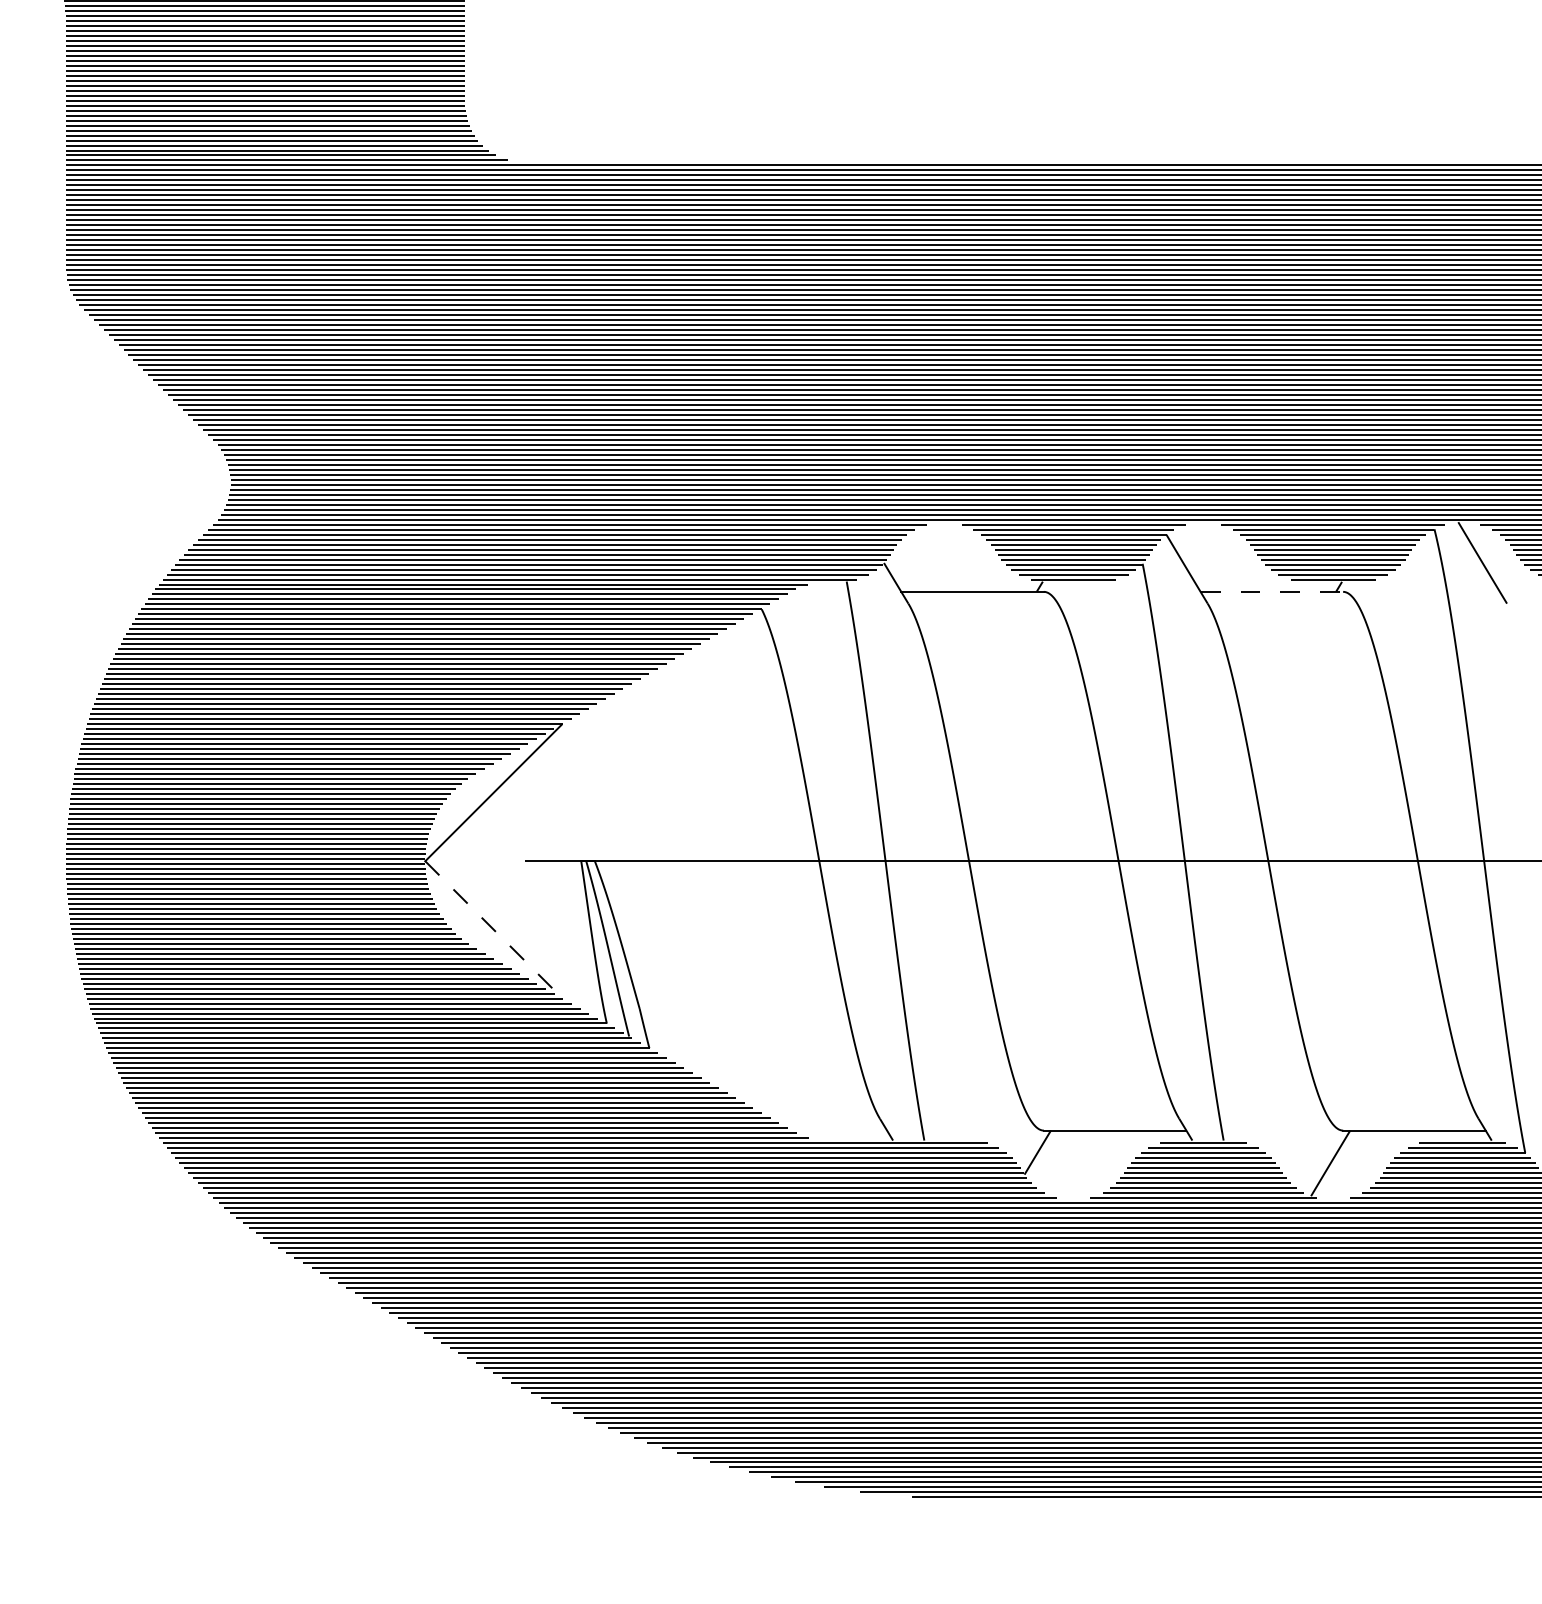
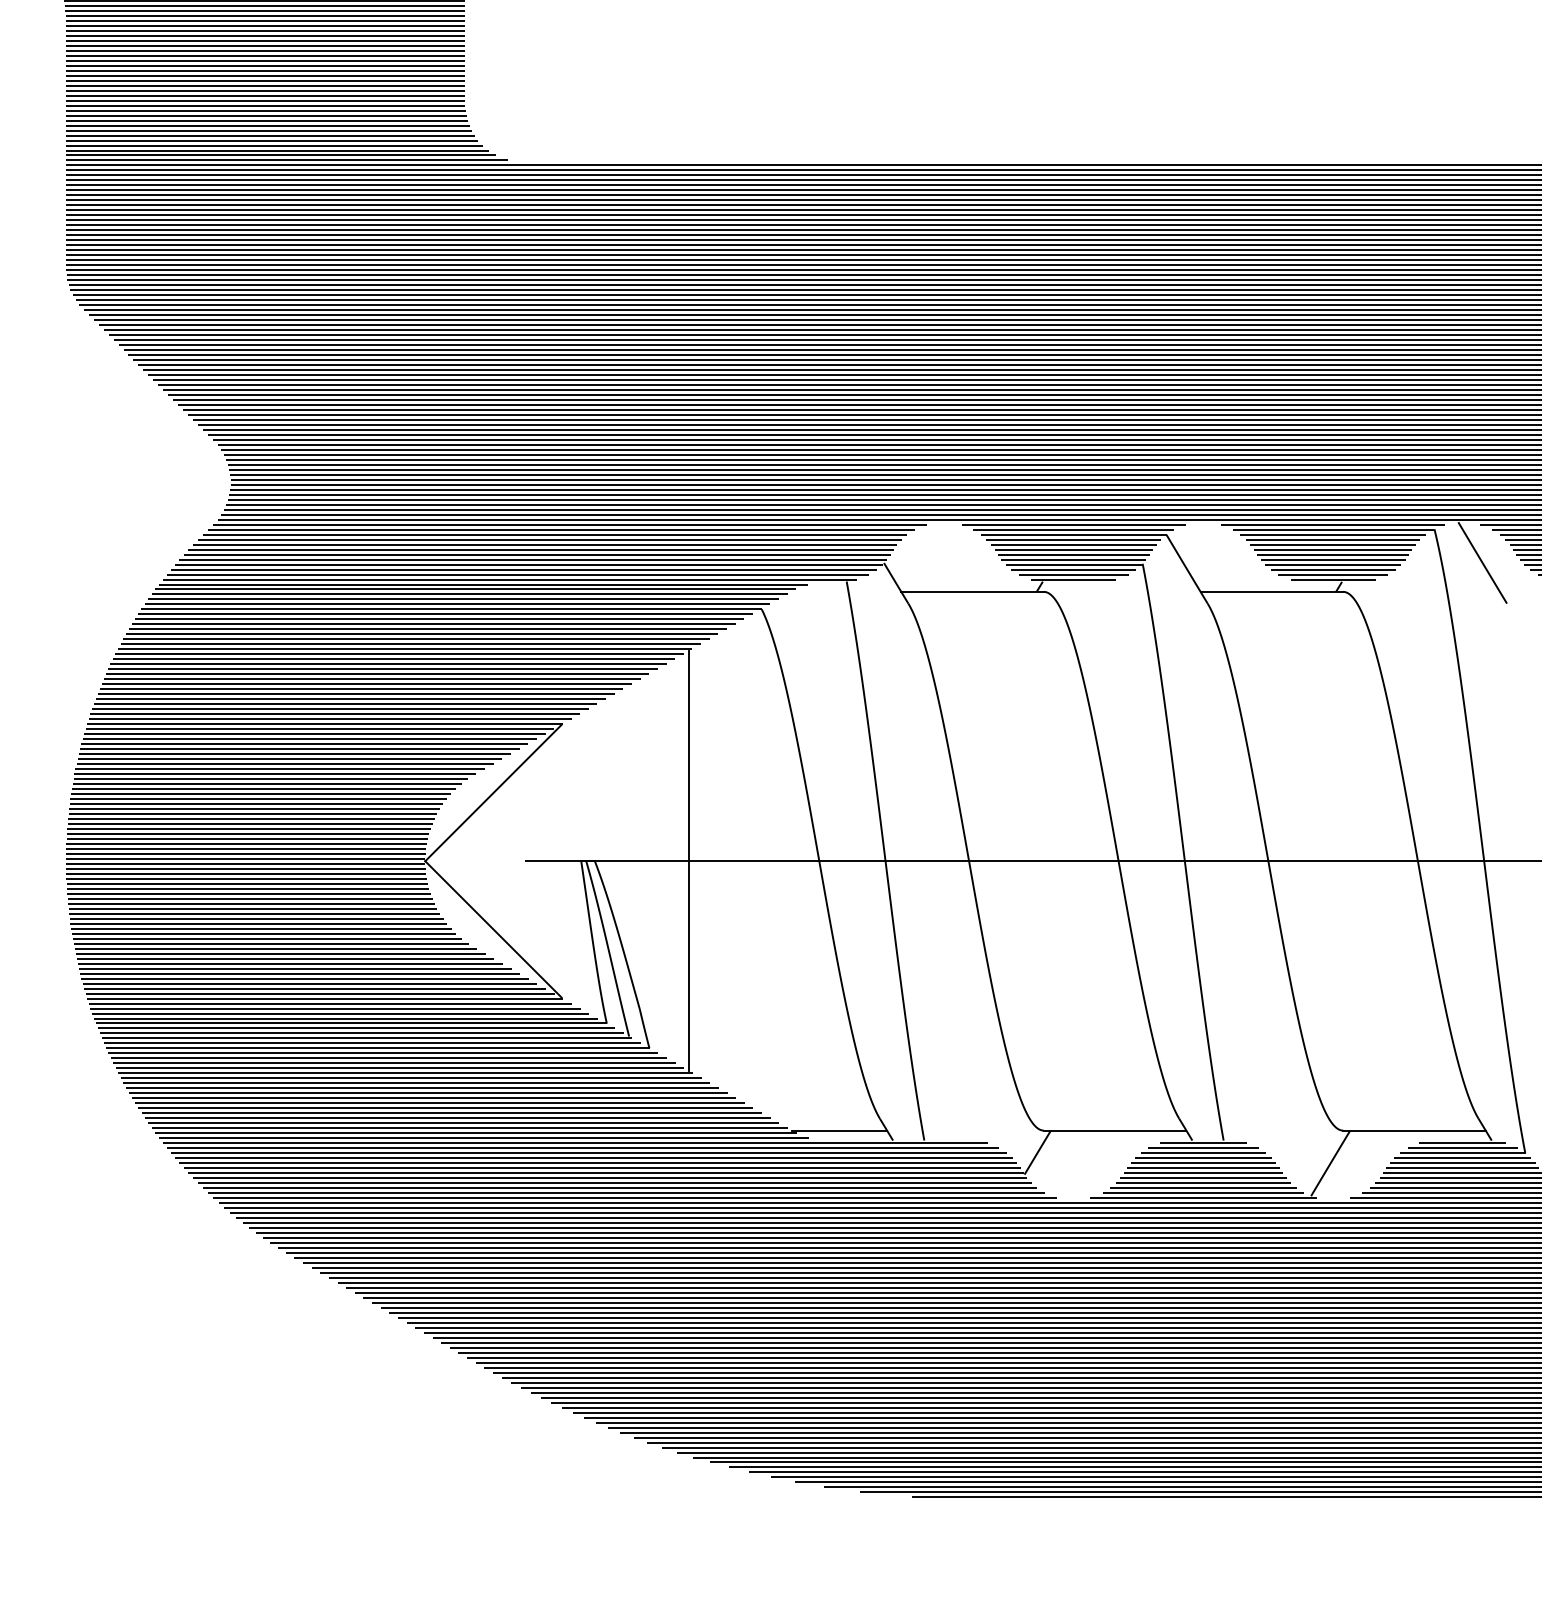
line at (1272, 591): dashed -> solid
line at (688, 860): none -> present
line at (493, 929): dashed -> solid
line at (839, 1130): none -> present
